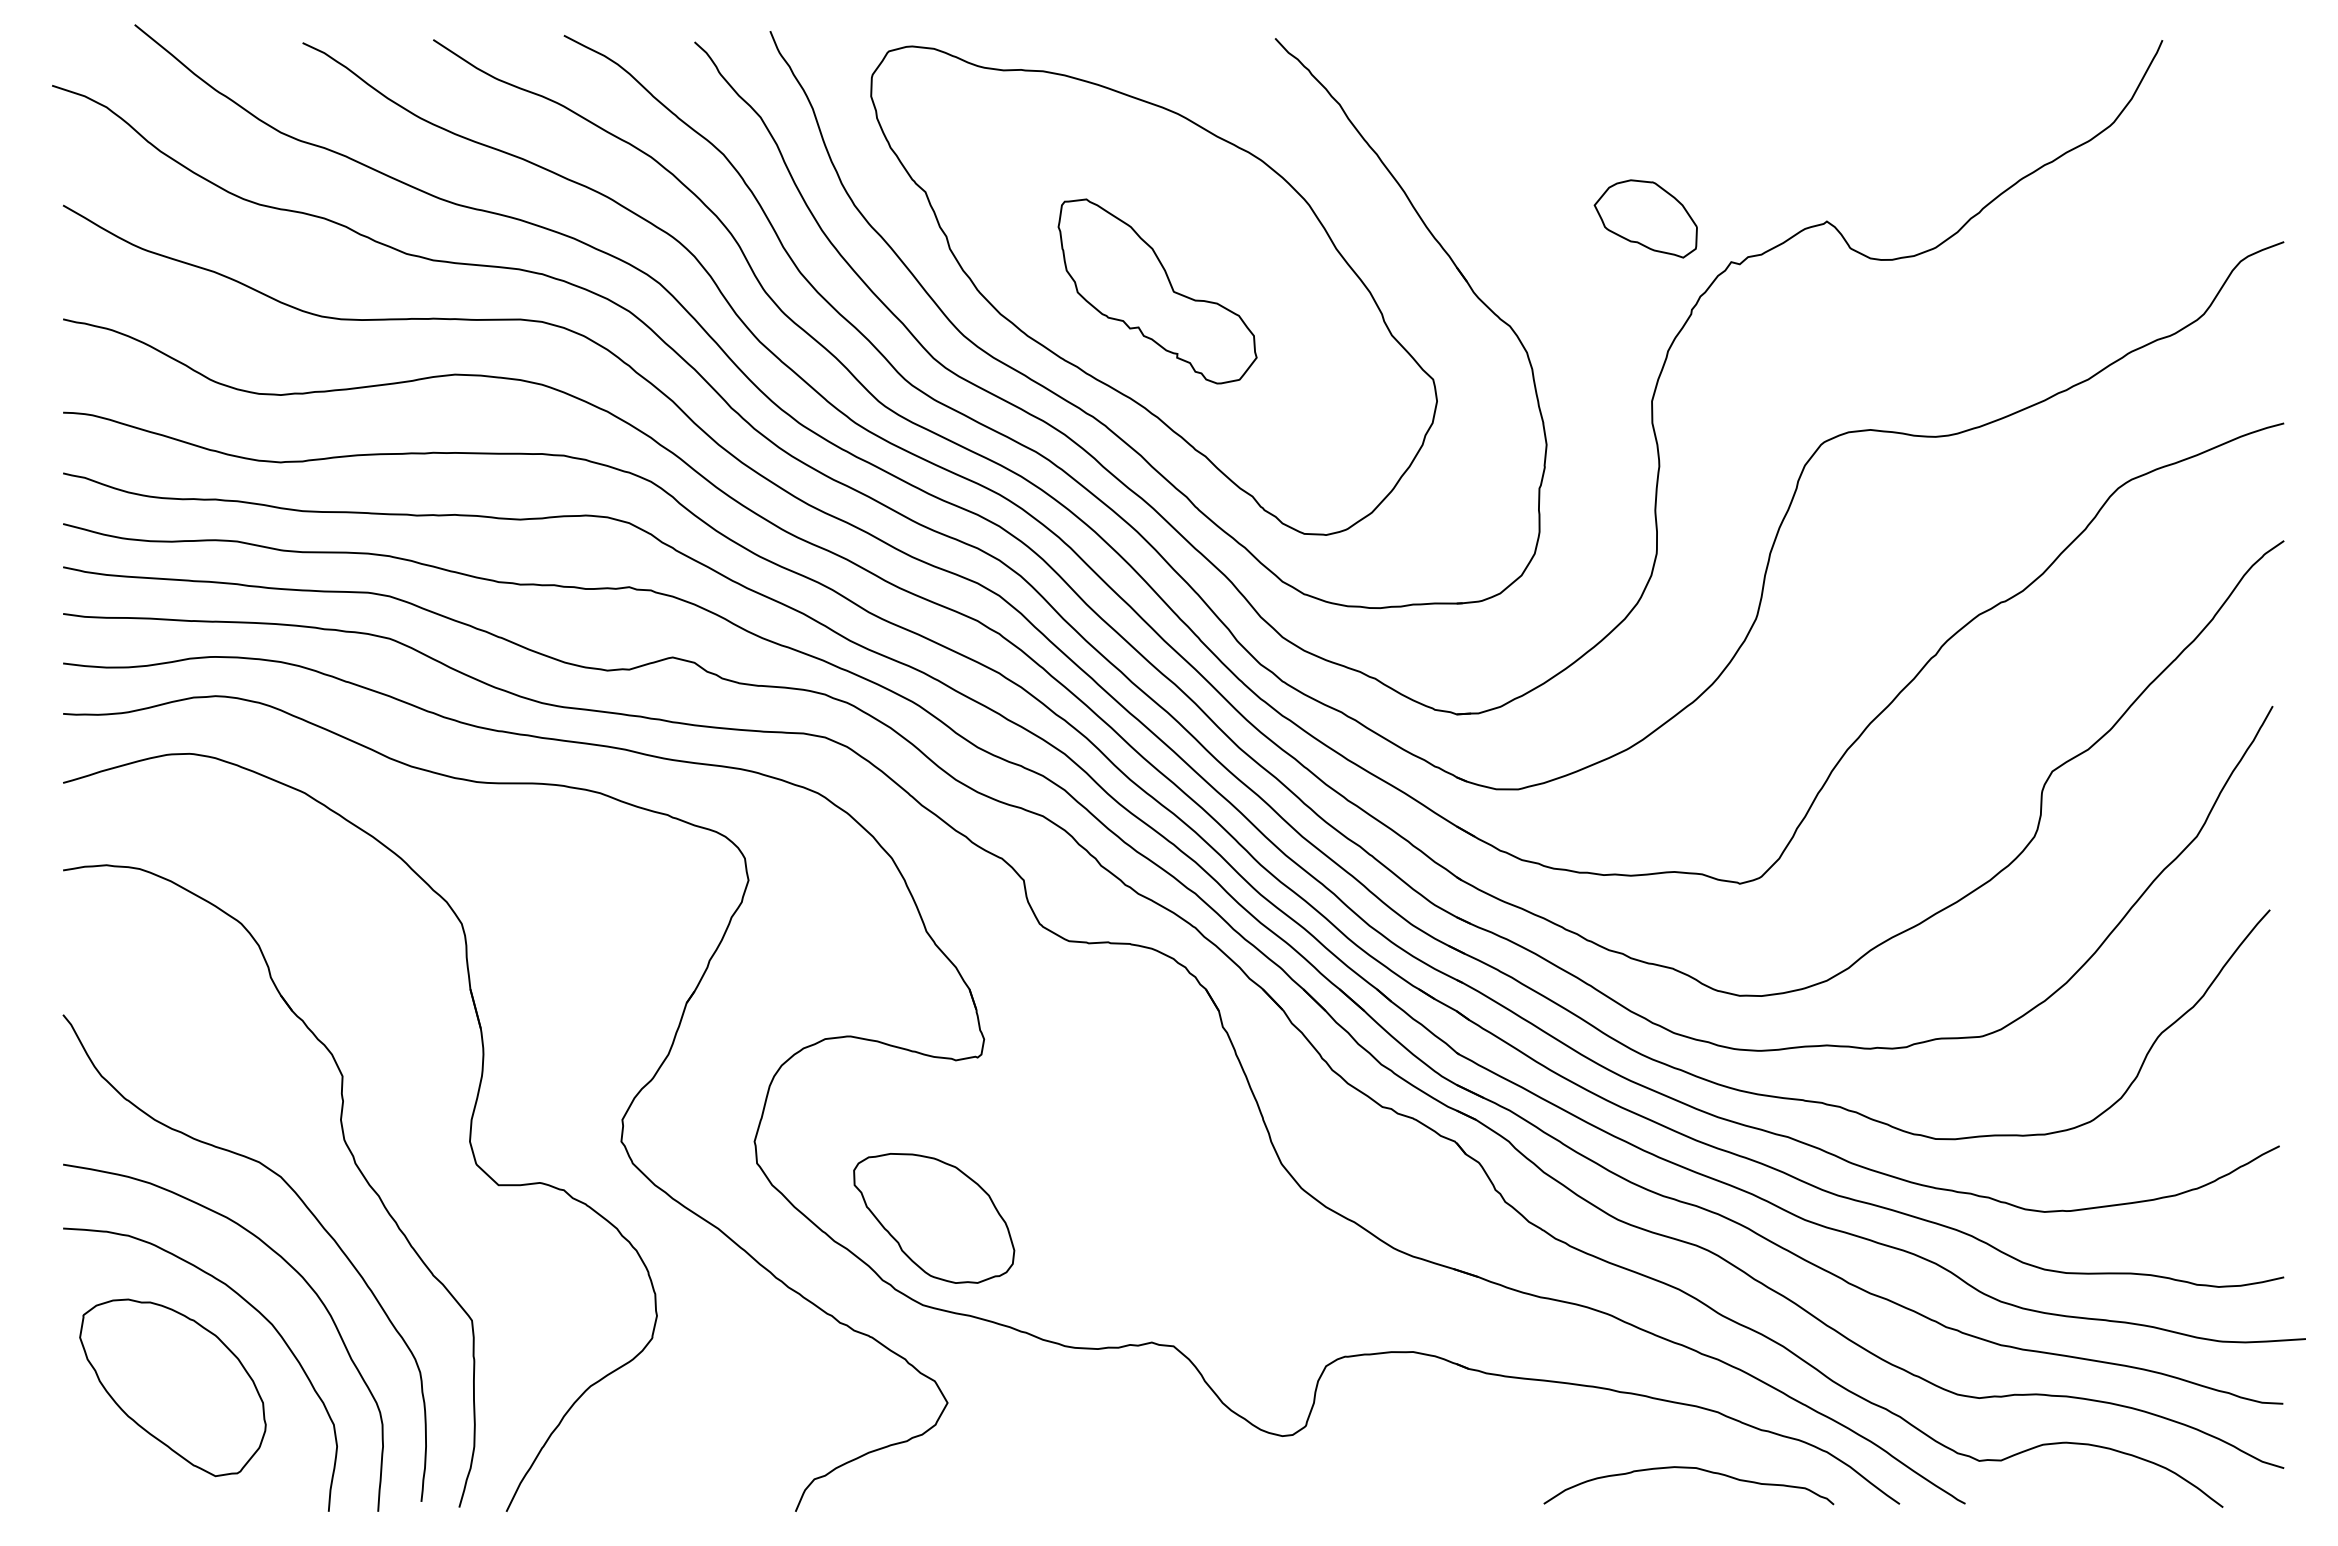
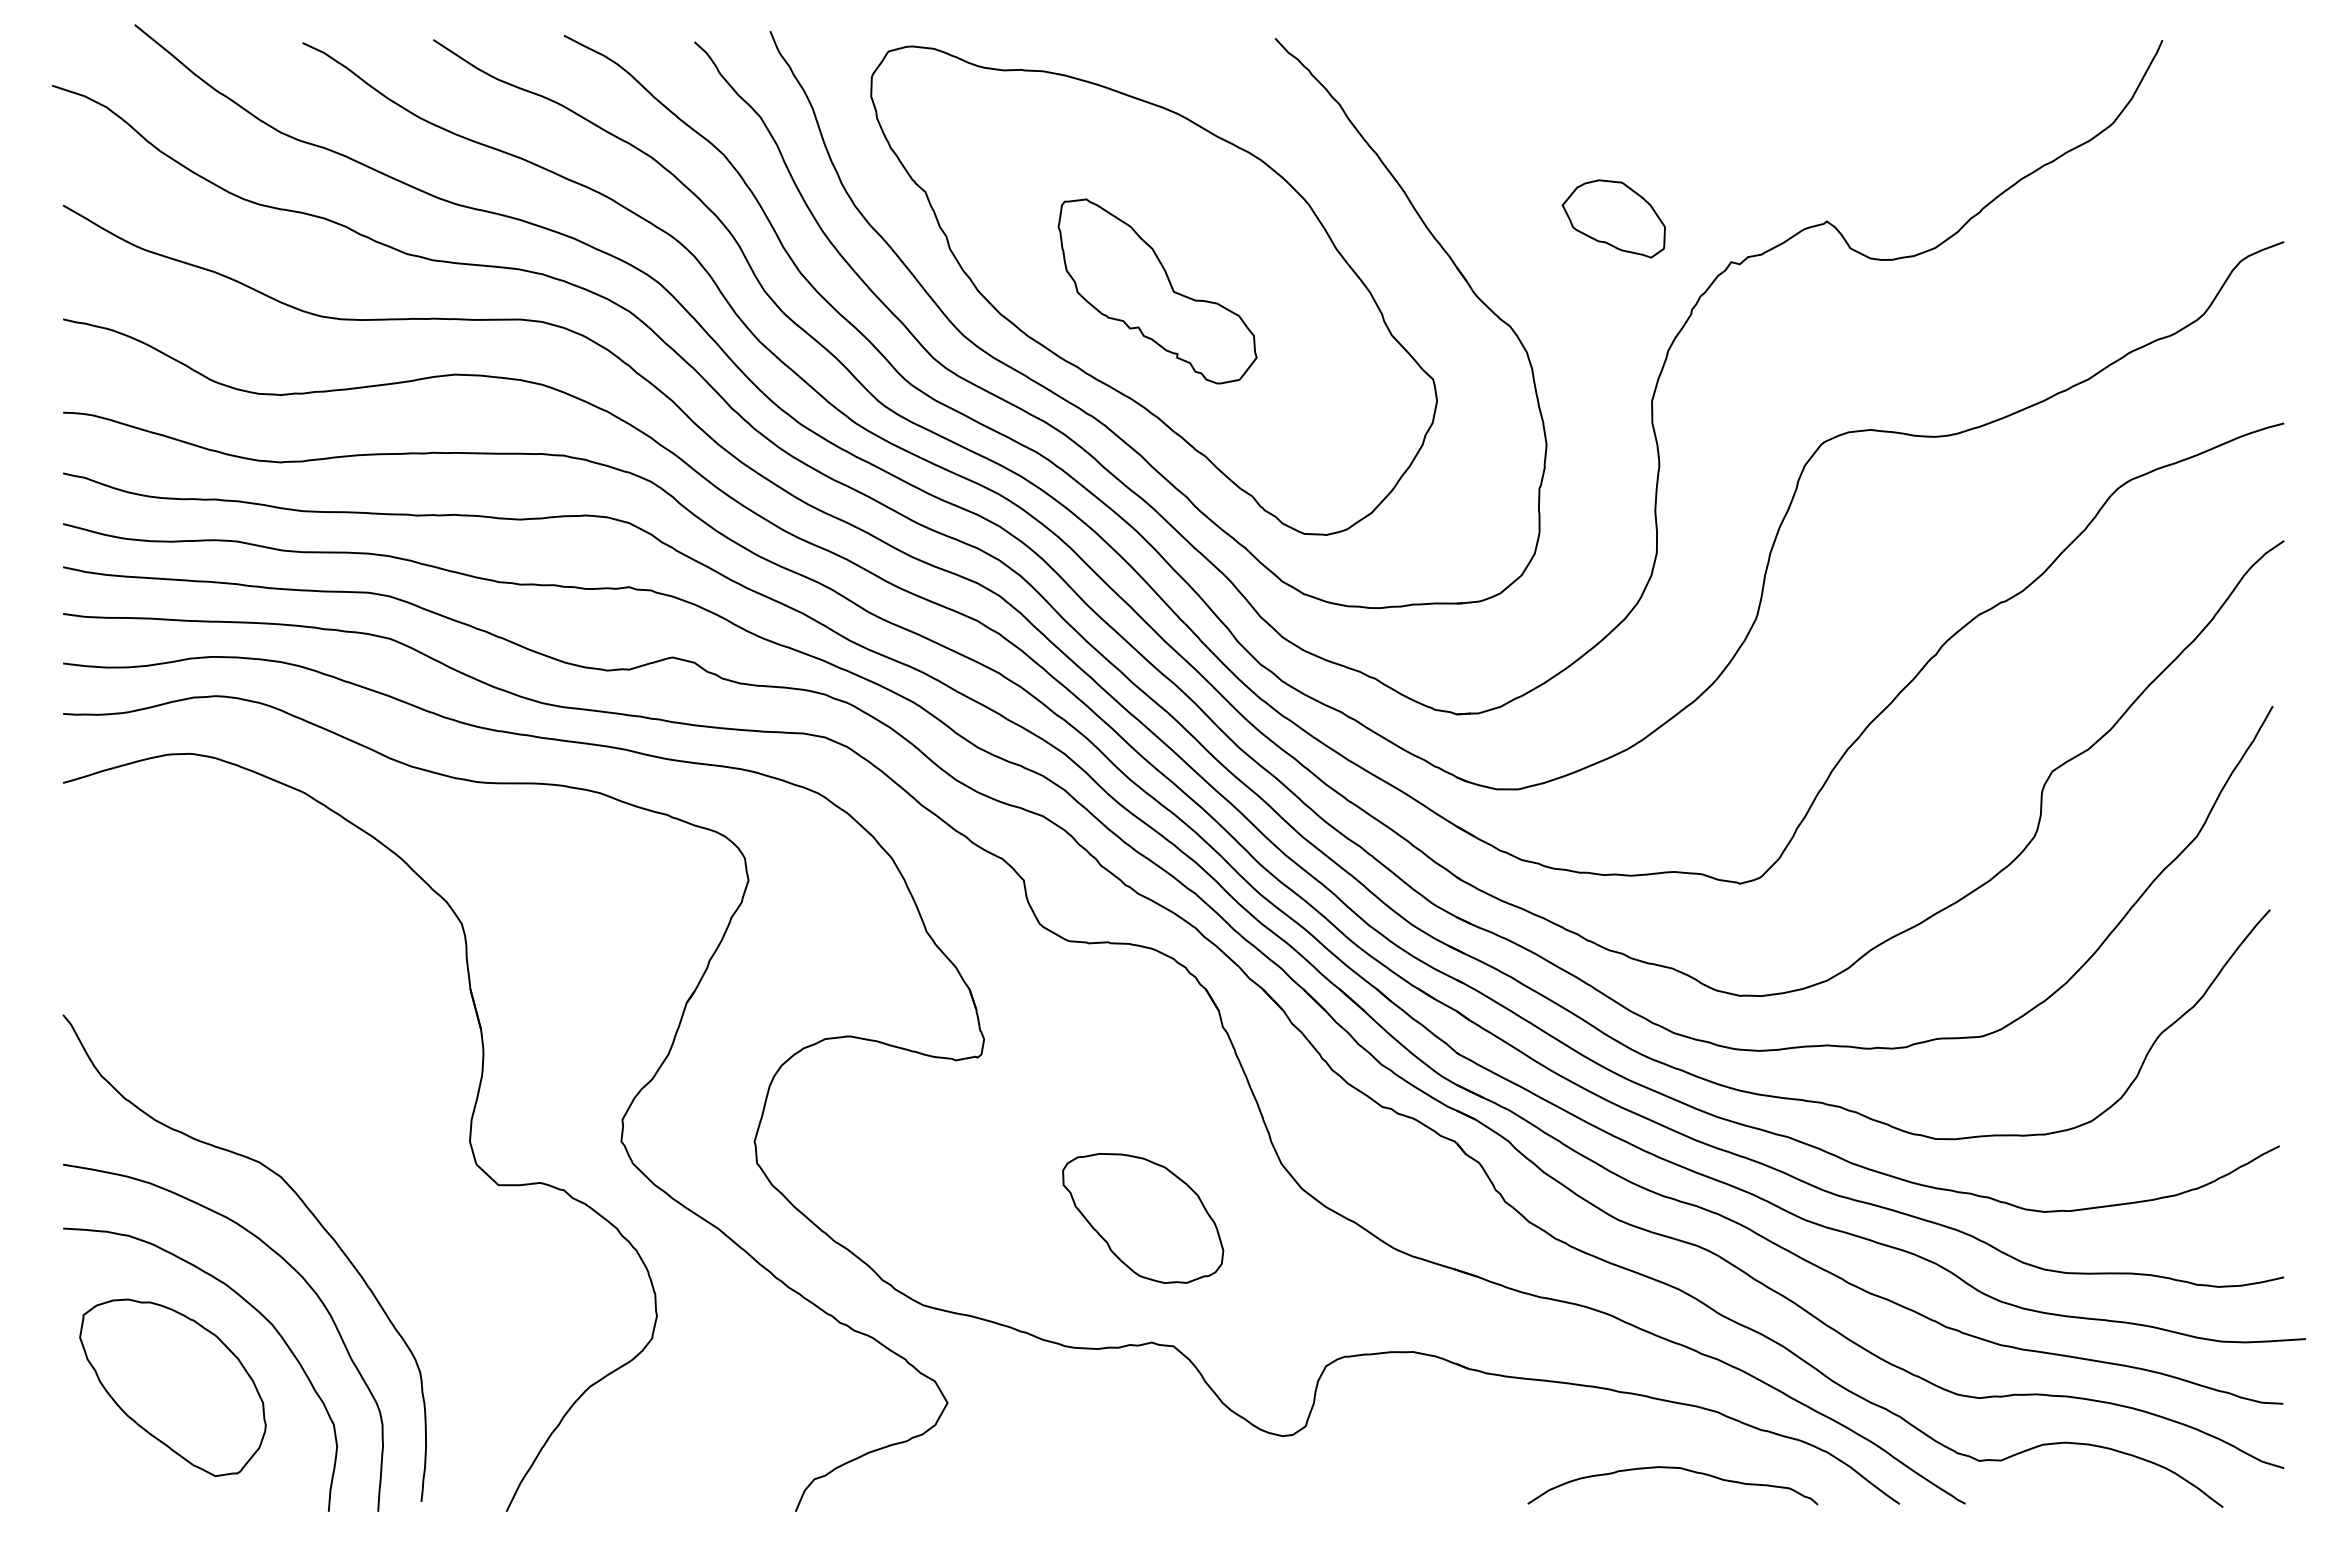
part at (1645, 218) position: (1645, 218) -> (1613, 218)
part at (346, 1146): present -> none
part at (934, 1218) position: (934, 1218) -> (1143, 1218)
curve at (1688, 1468) position: (1688, 1468) -> (1672, 1468)
